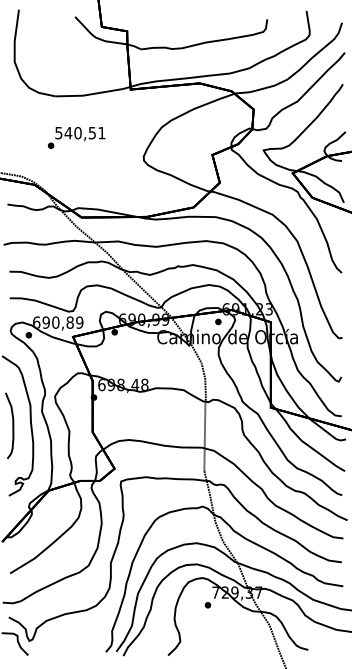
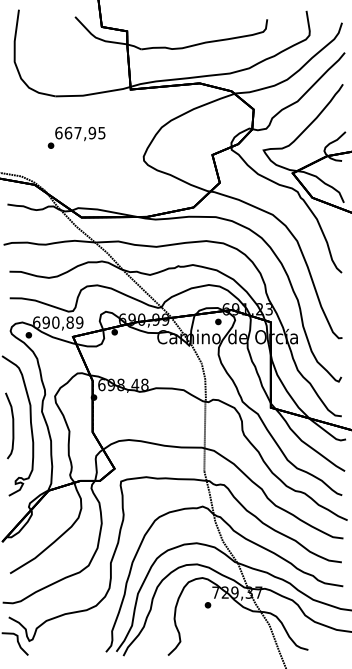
text at (80, 132): 540,51 -> 667,95
